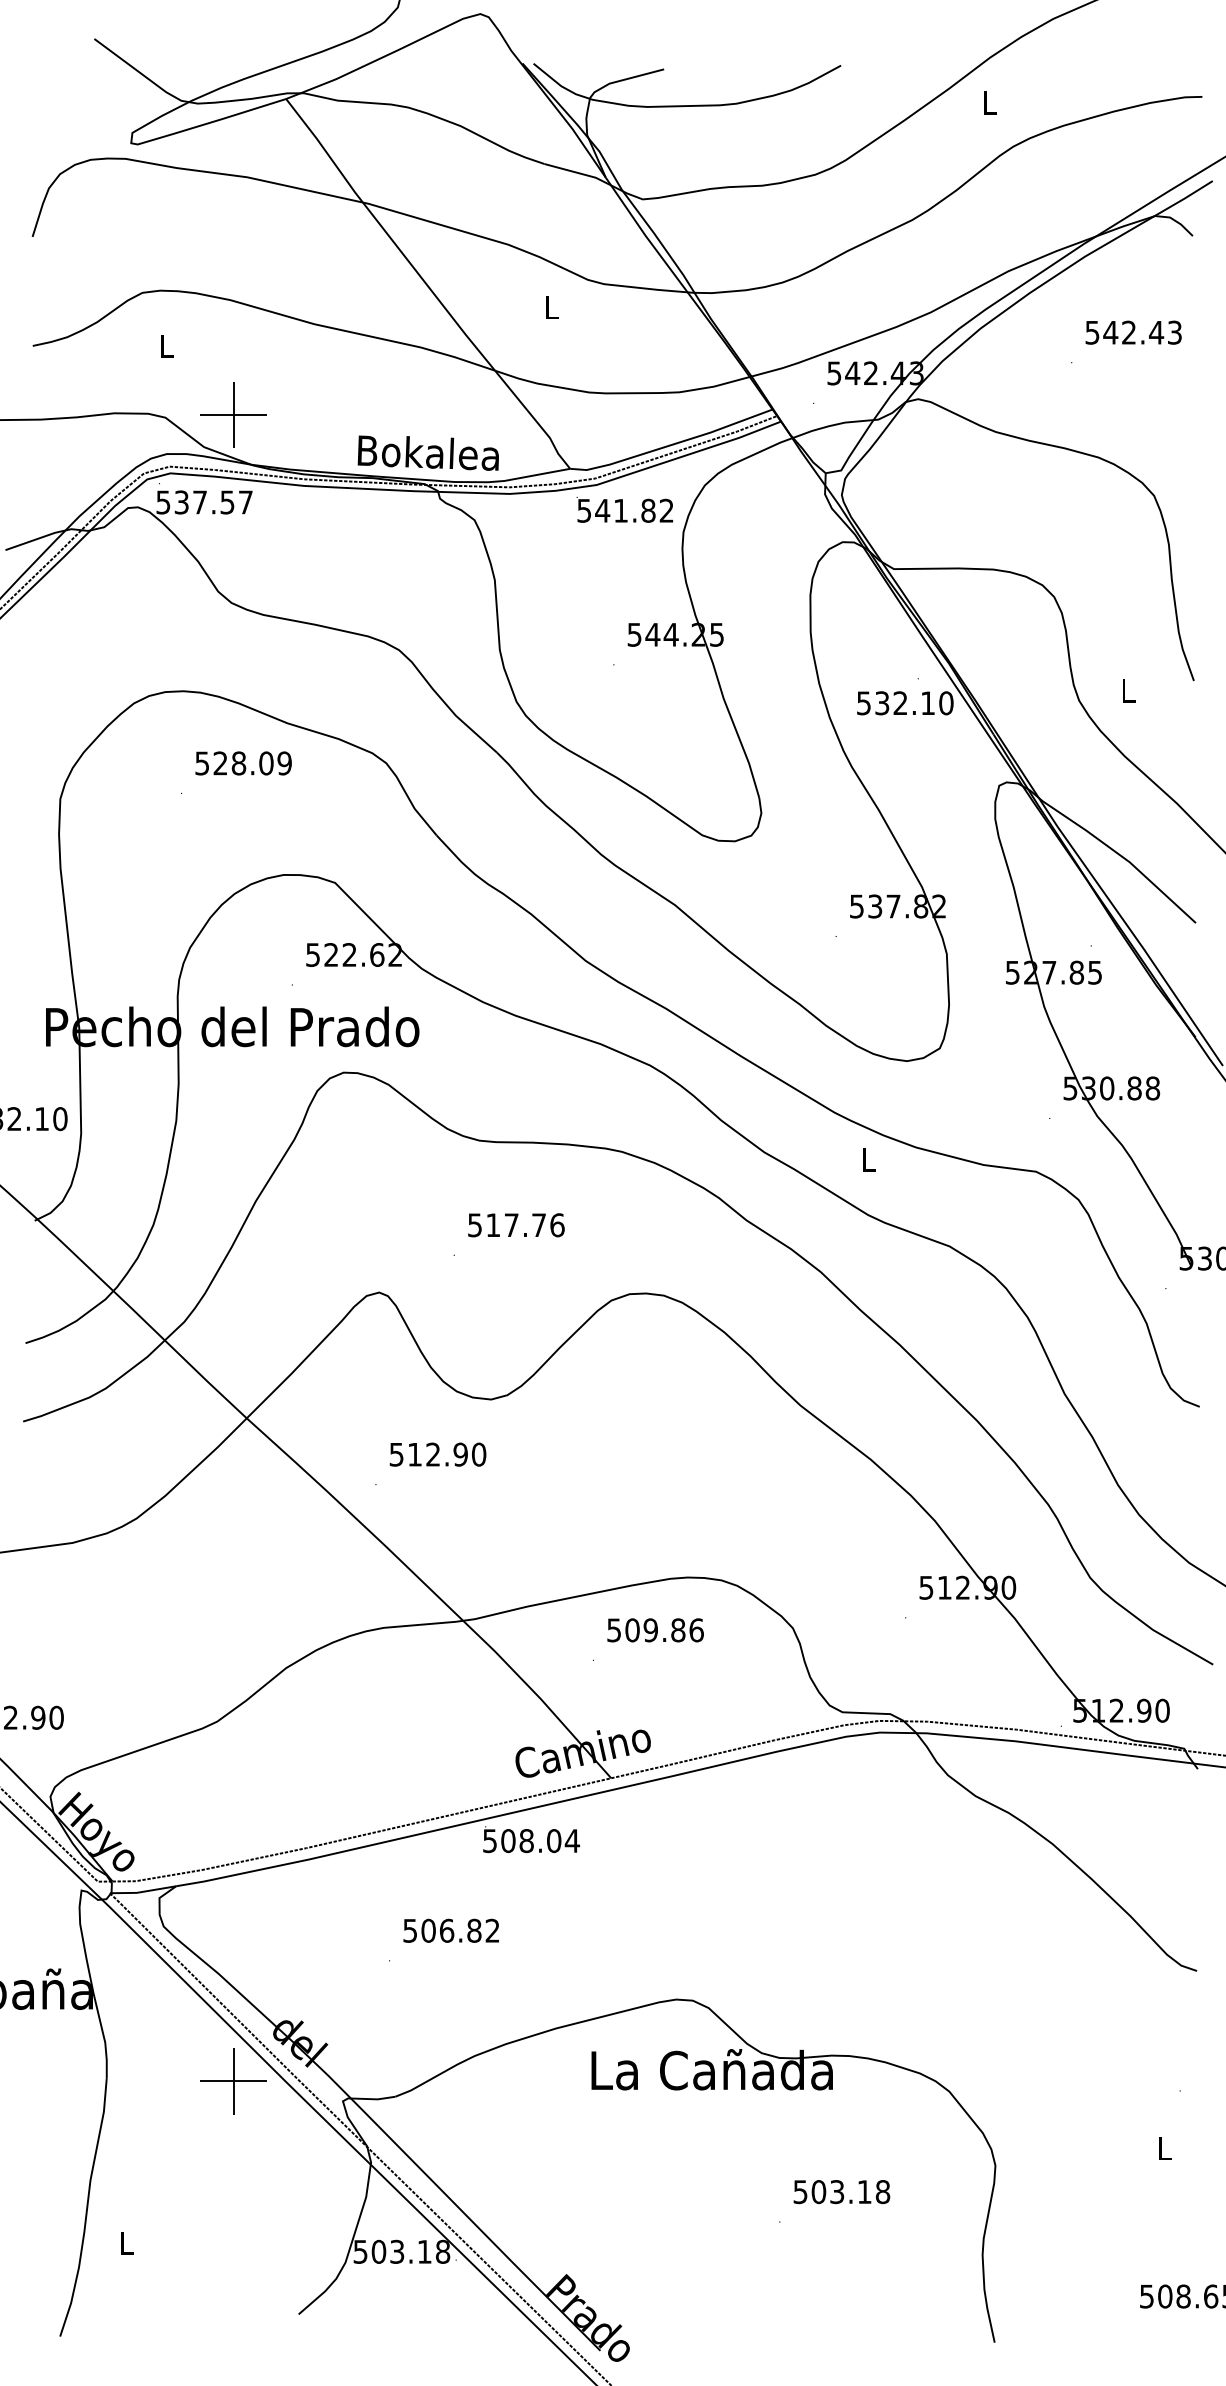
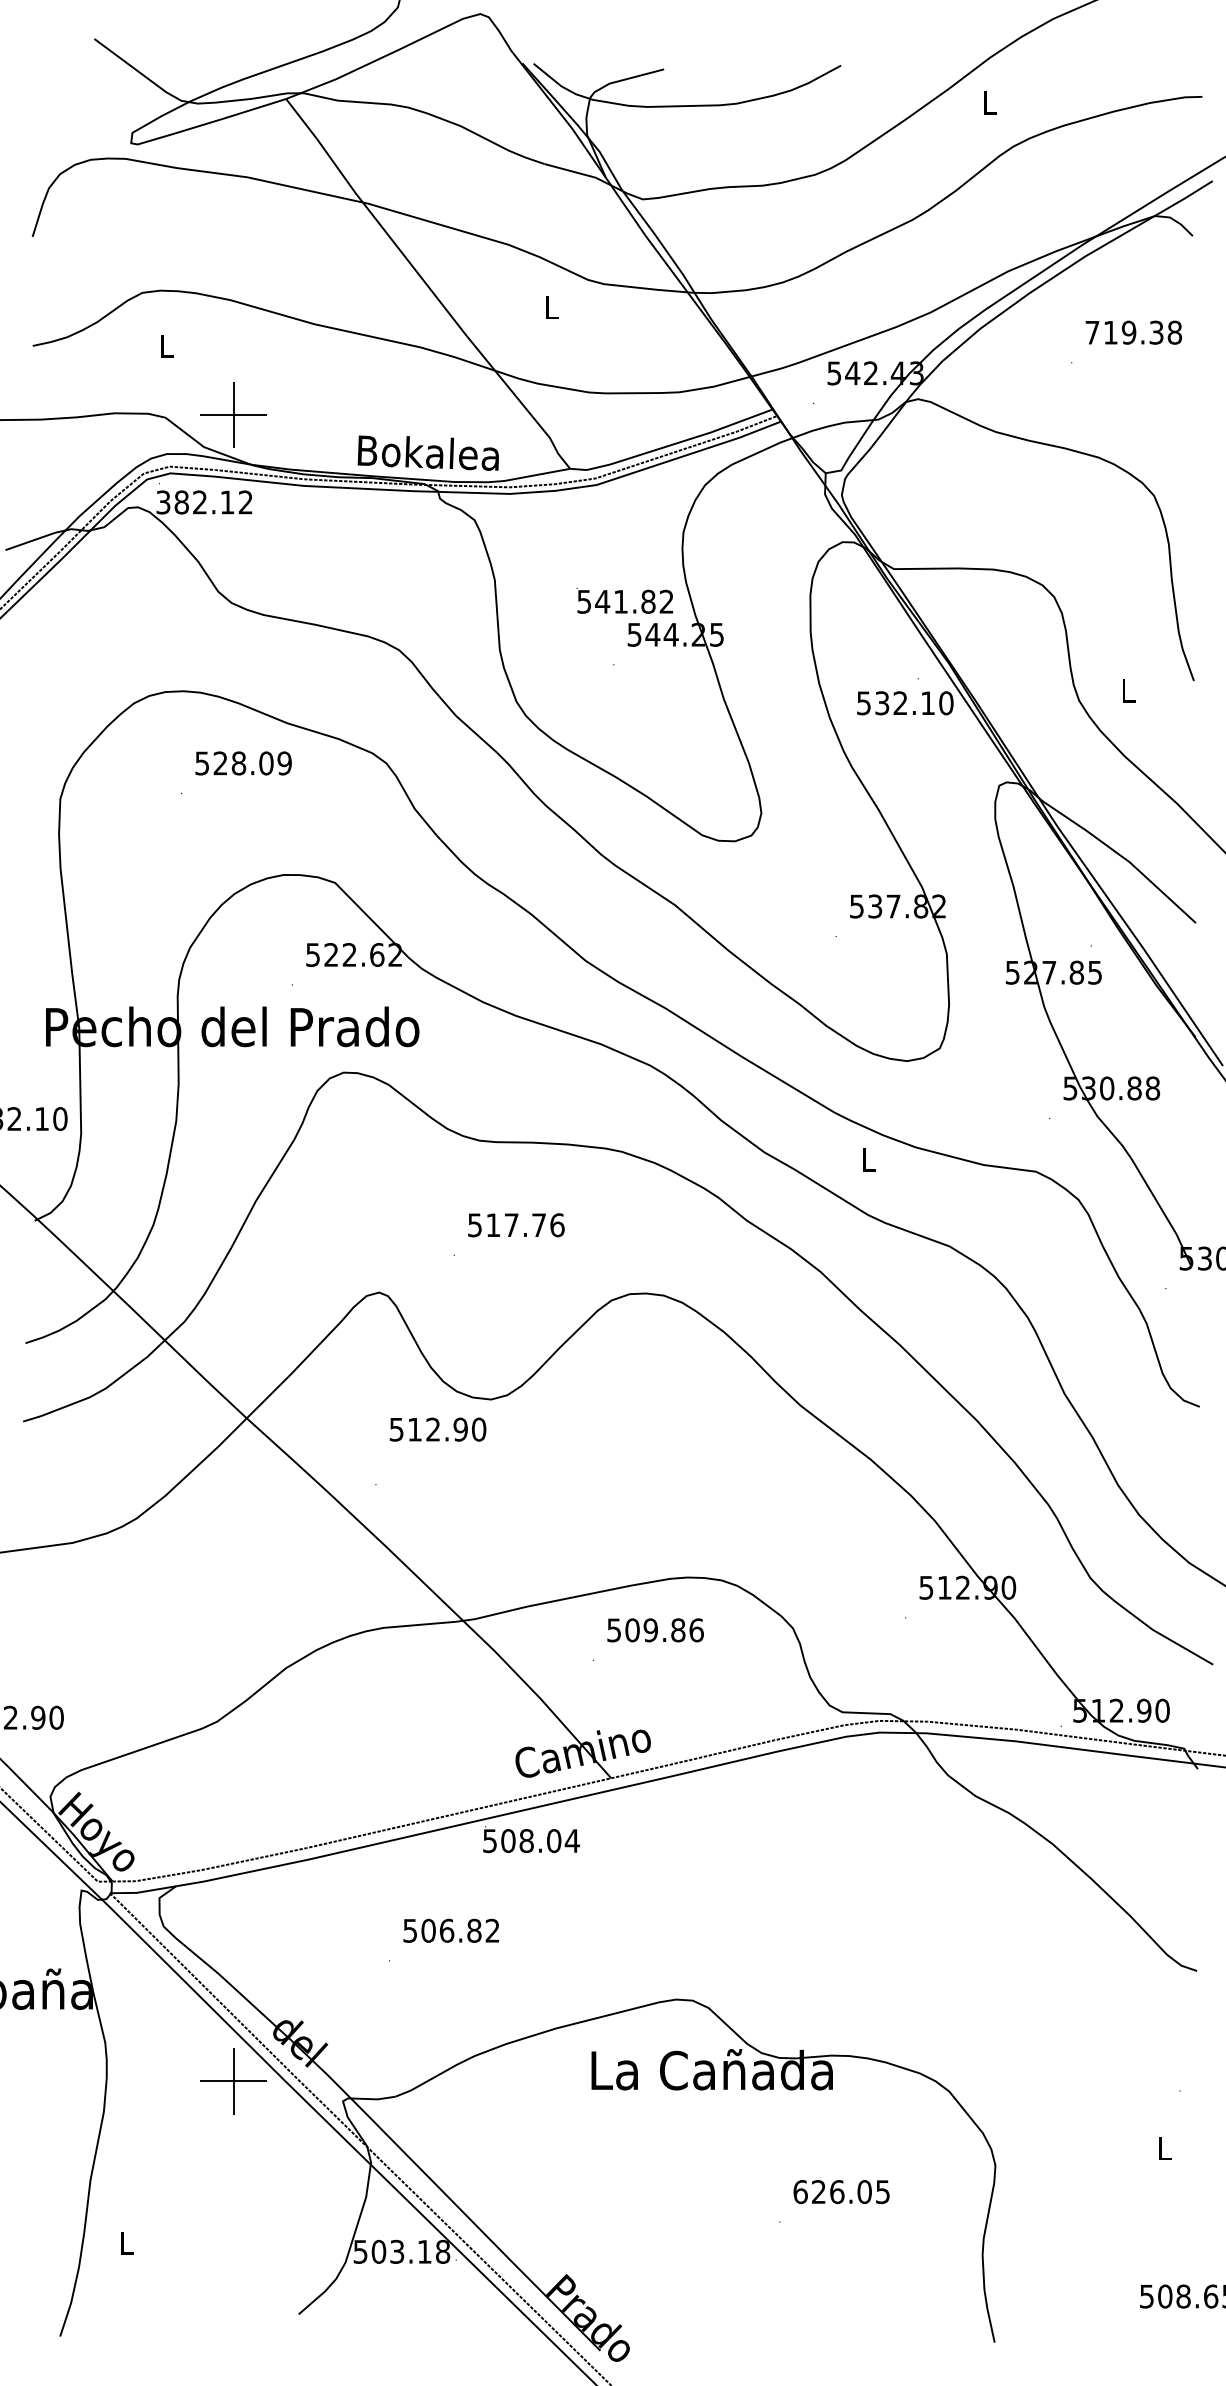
text at (1133, 332): 542.43 -> 719.38
text at (204, 502): 537.57 -> 382.12
text at (624, 509) position: (624, 509) -> (624, 600)
text at (437, 1454) position: (437, 1454) -> (437, 1429)
text at (841, 2192): 503.18 -> 626.05
